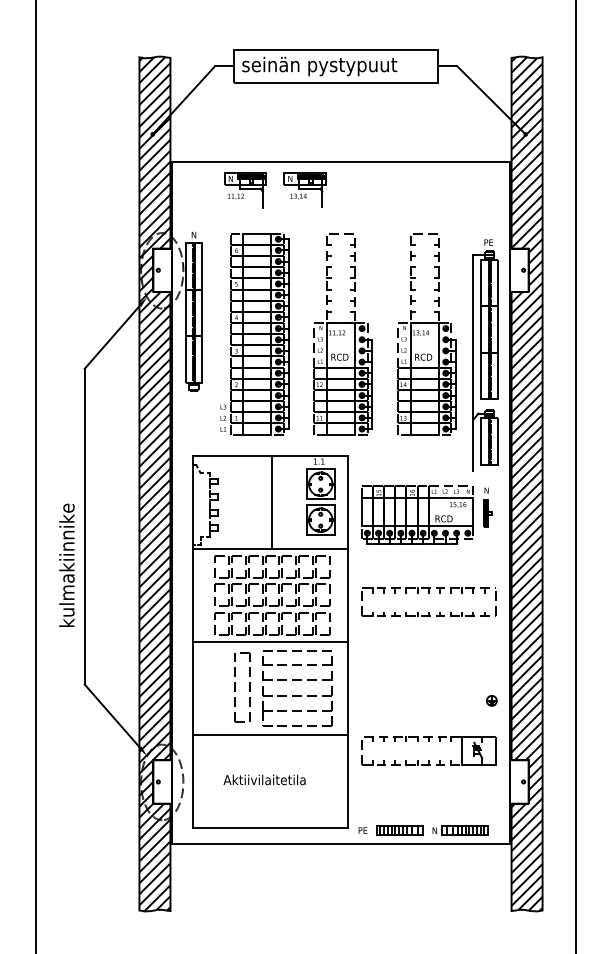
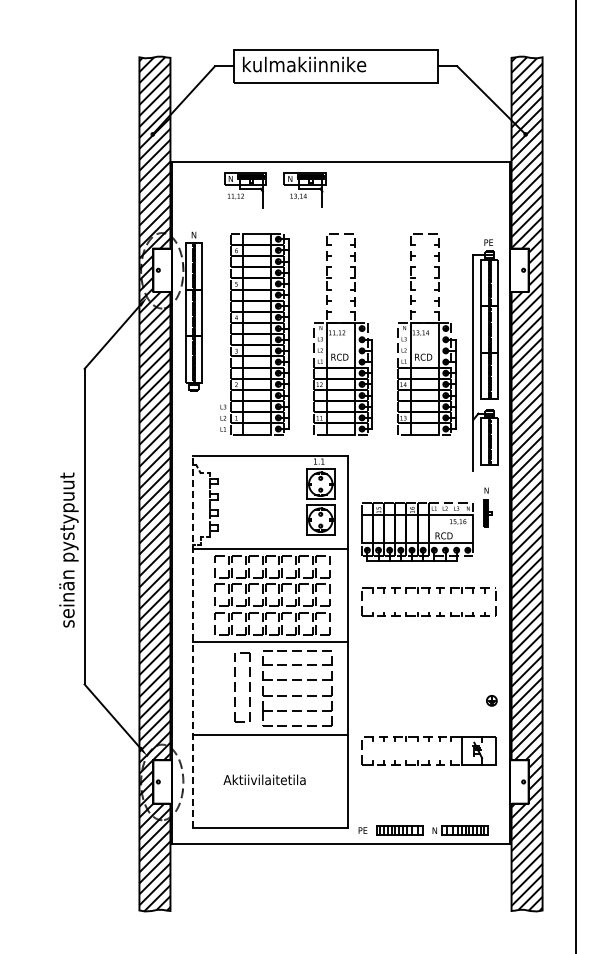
text at (319, 66): seinän pystypuut -> kulmakiinnike
line at (35, 476): present -> none
line at (271, 501): present -> none
part at (417, 514) position: (417, 514) -> (417, 531)
text at (68, 549): kulmakiinnike -> seinän pystypuut
line at (193, 641): solid -> dashed
